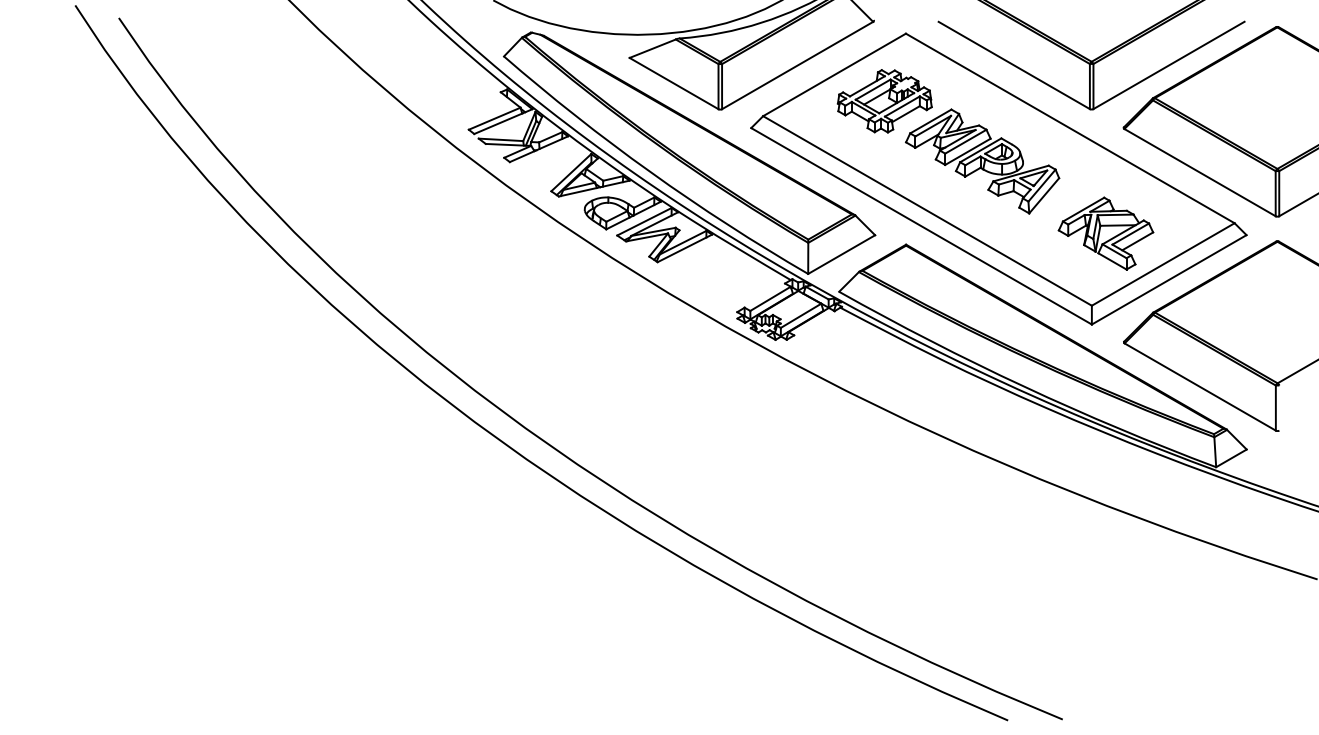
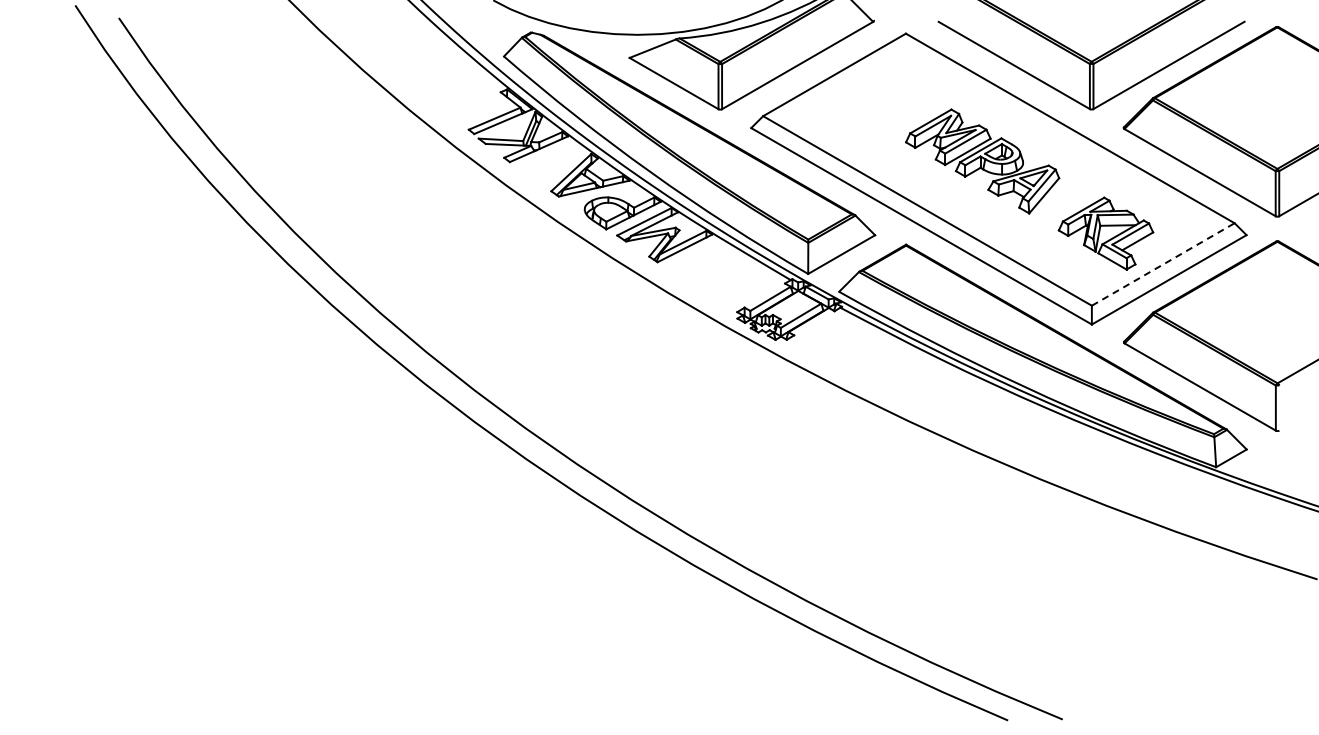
part at (884, 101): present -> none
line at (1163, 264): solid -> dashed
